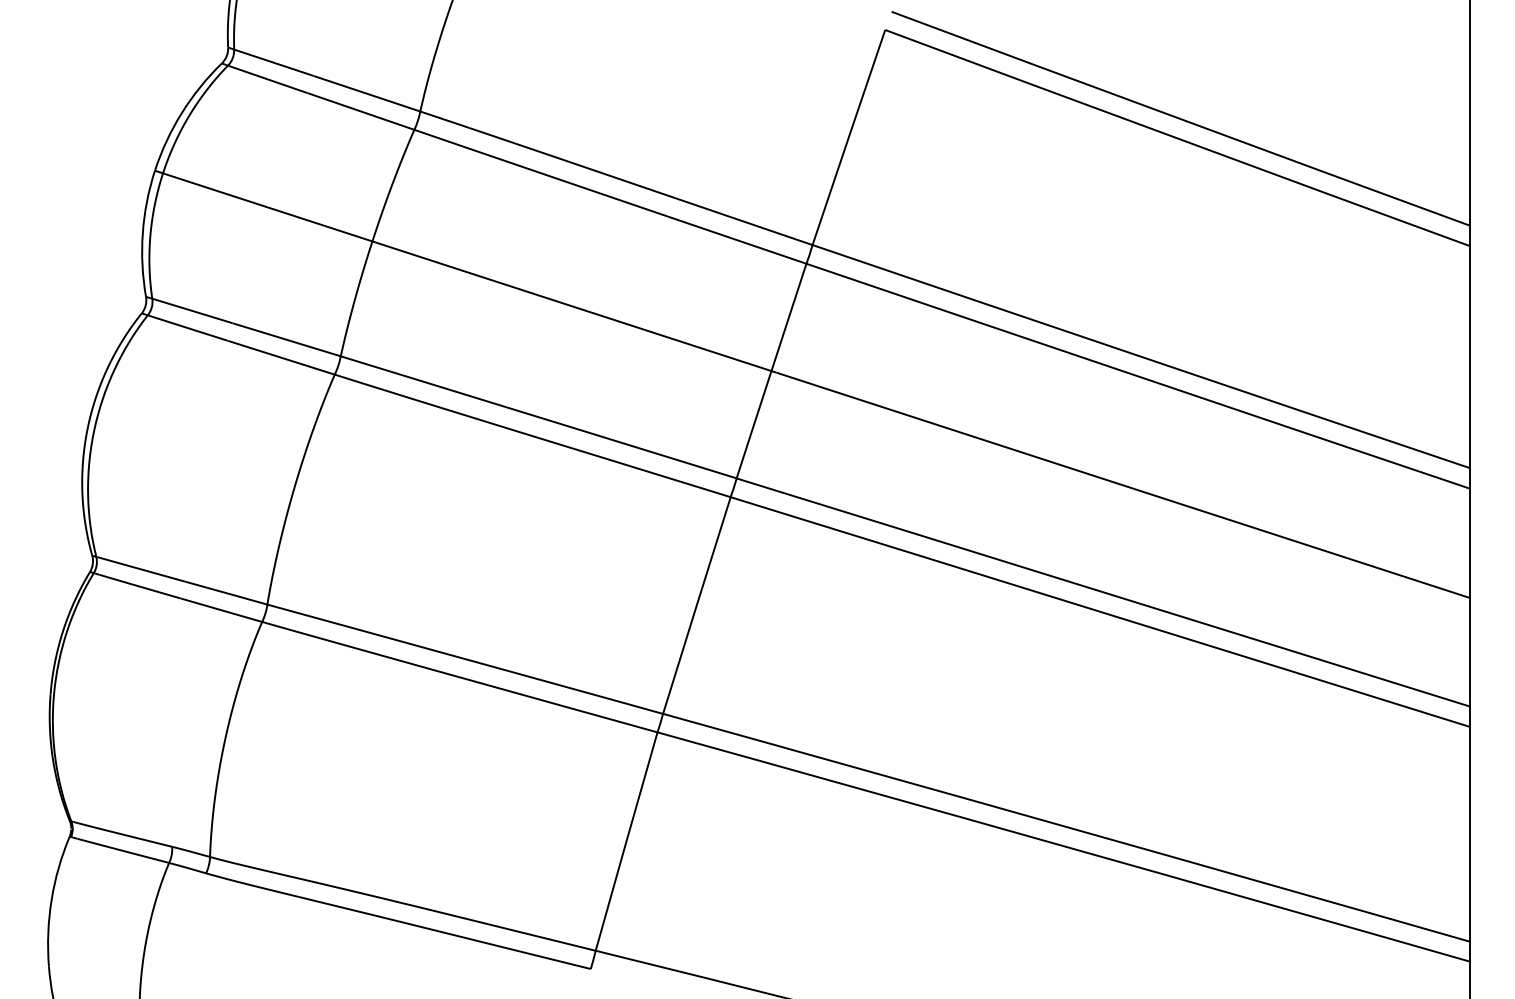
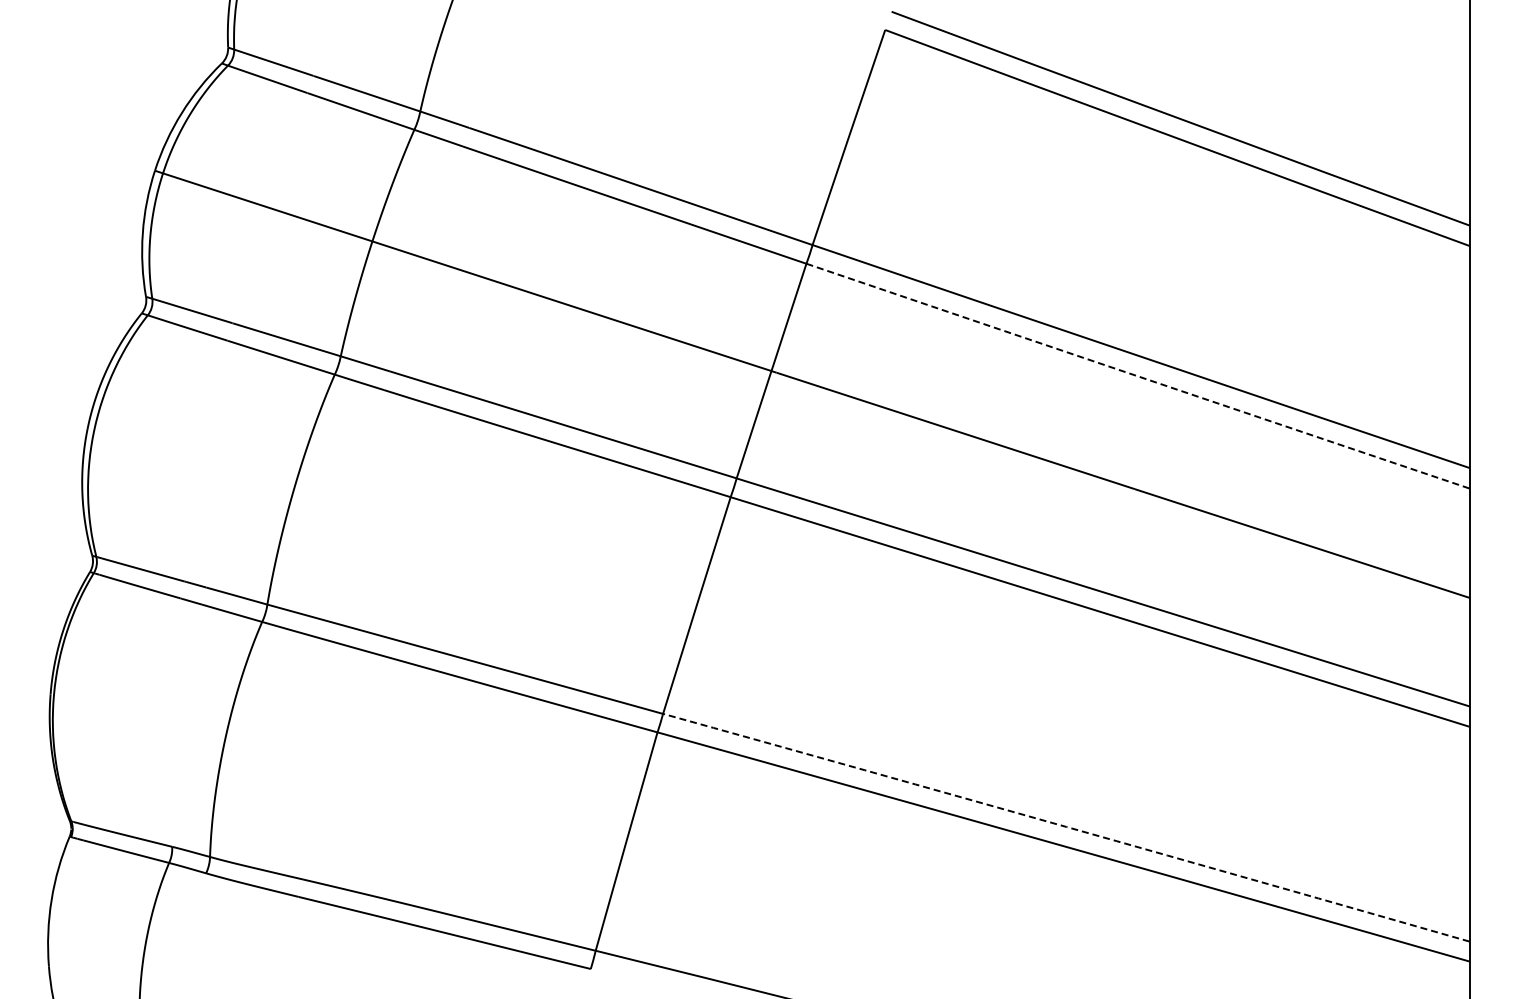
arc at (1137, 376): solid -> dashed
arc at (1066, 826): solid -> dashed
